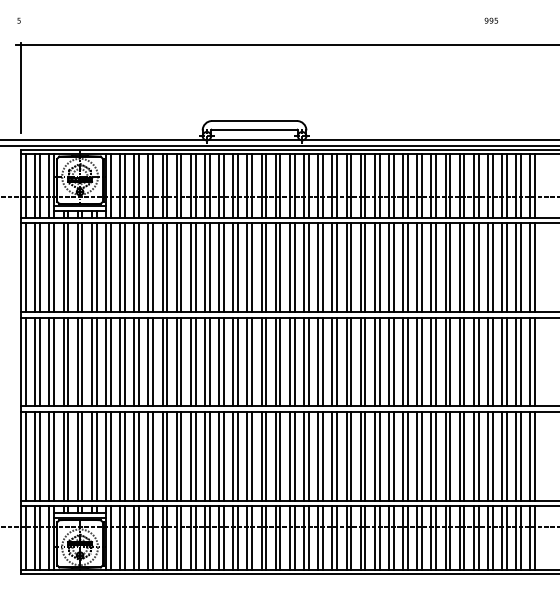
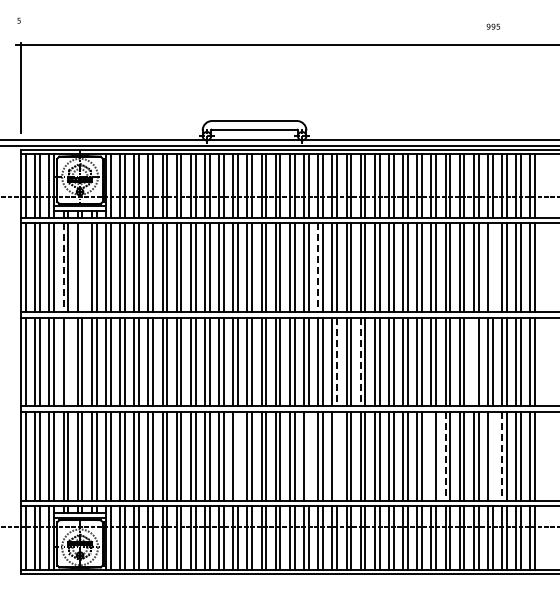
text at (491, 20) position: (491, 20) -> (493, 26)
line at (82, 267): present -> none
line at (492, 267): present -> none
line at (63, 268): solid -> dashed
line at (318, 268): solid -> dashed
line at (68, 361): present -> none
line at (473, 361): present -> none
line at (337, 362): solid -> dashed
line at (360, 362): solid -> dashed
line at (238, 456): present -> none
line at (308, 456): present -> none
line at (337, 456): present -> none
line at (431, 456): present -> none
line at (445, 456): solid -> dashed
line at (492, 456): present -> none
line at (502, 456): solid -> dashed
